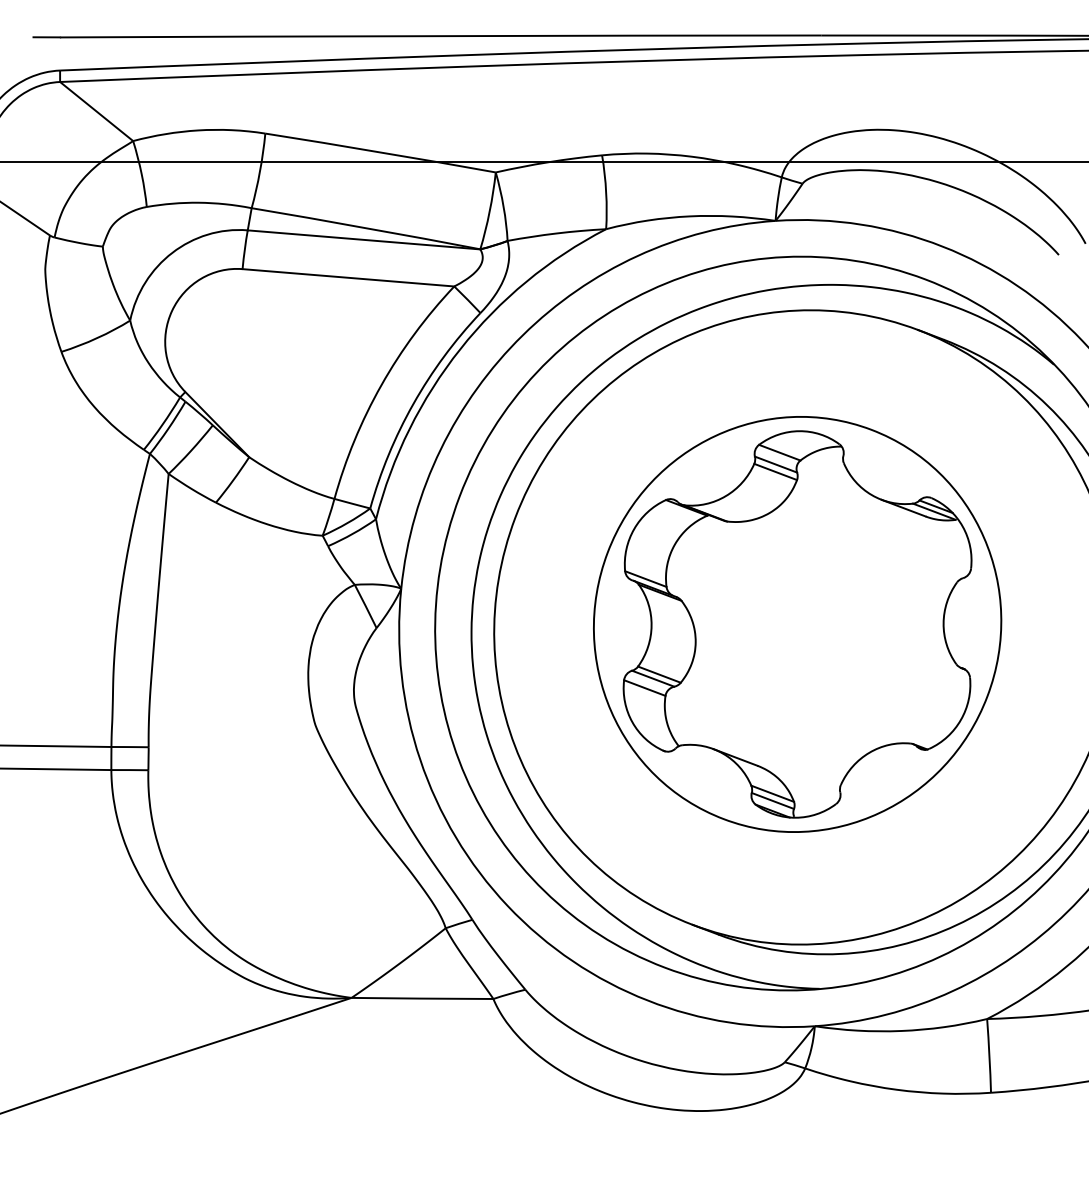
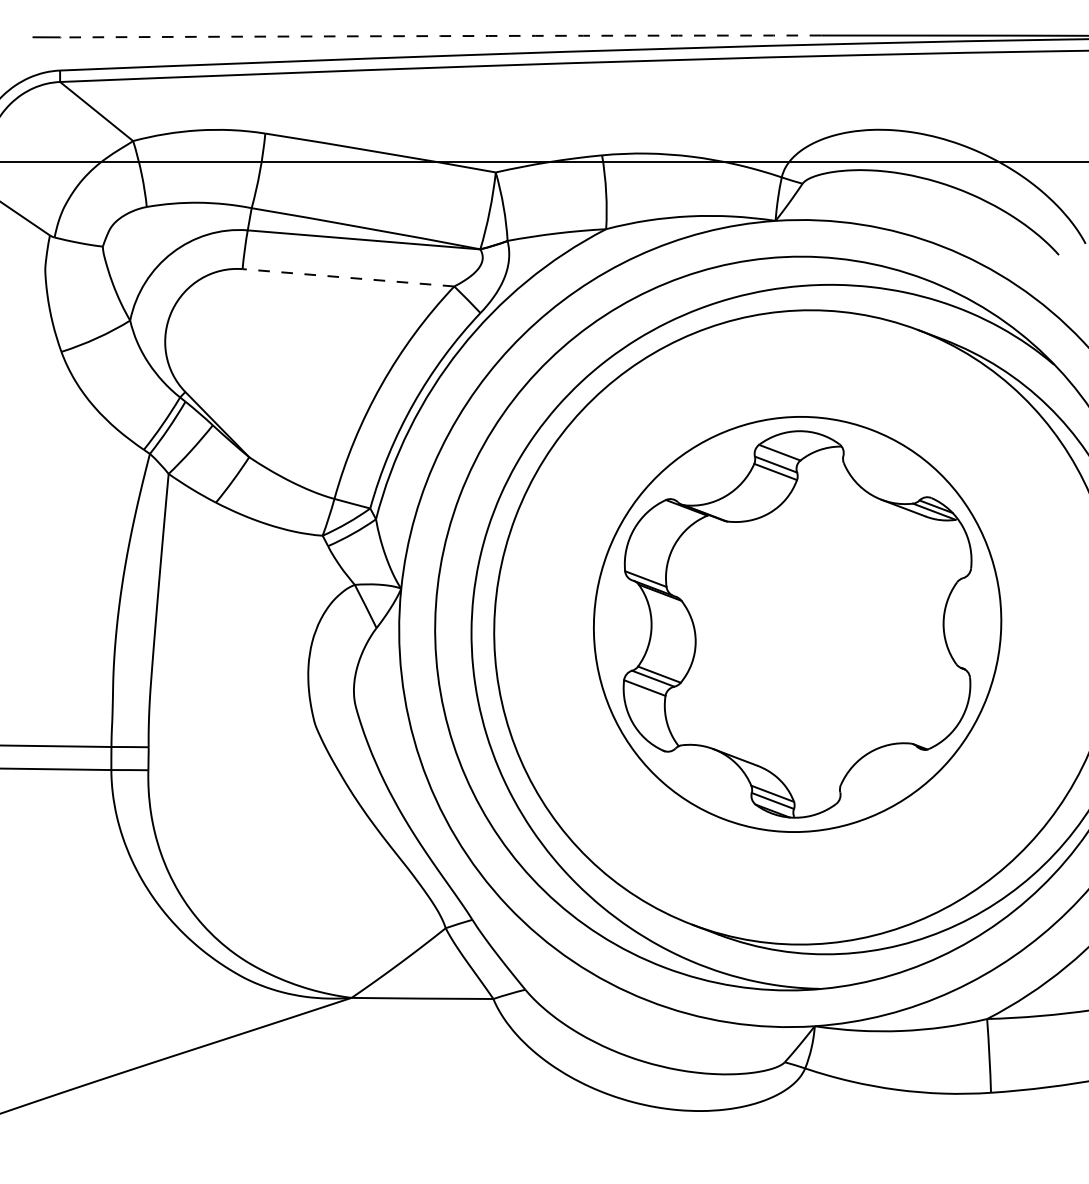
arc at (440, 36): solid -> dashed
line at (347, 277): solid -> dashed
